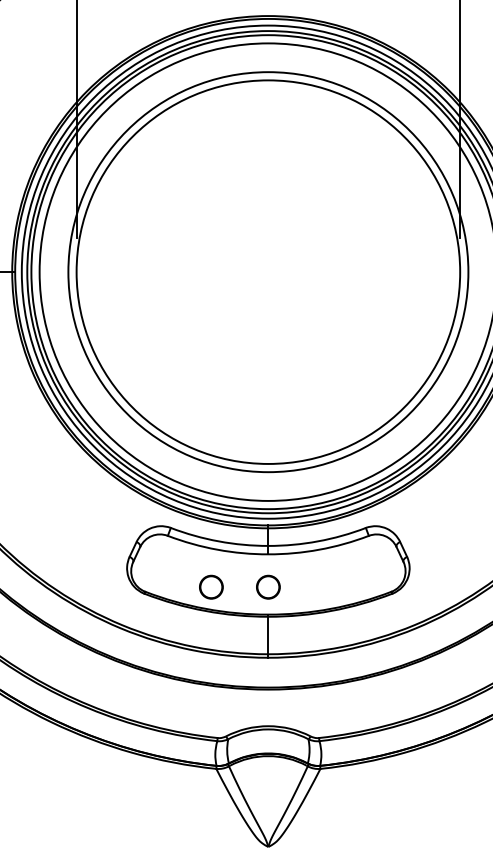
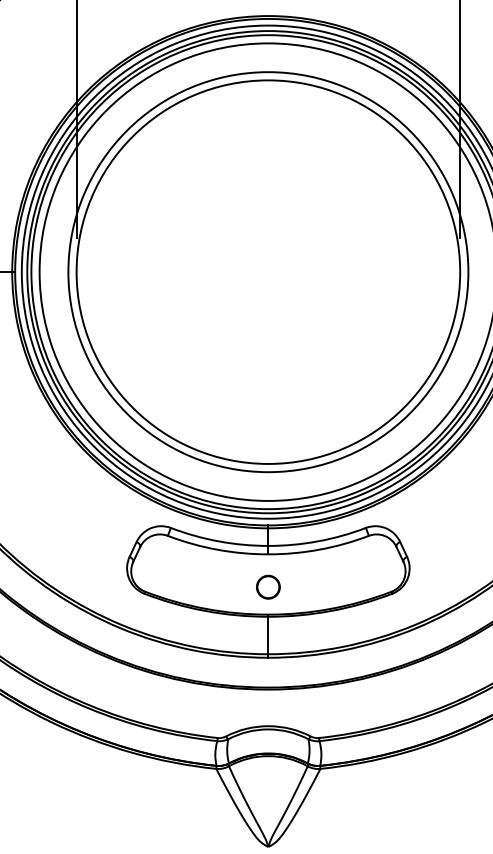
circle at (211, 586): present -> none
